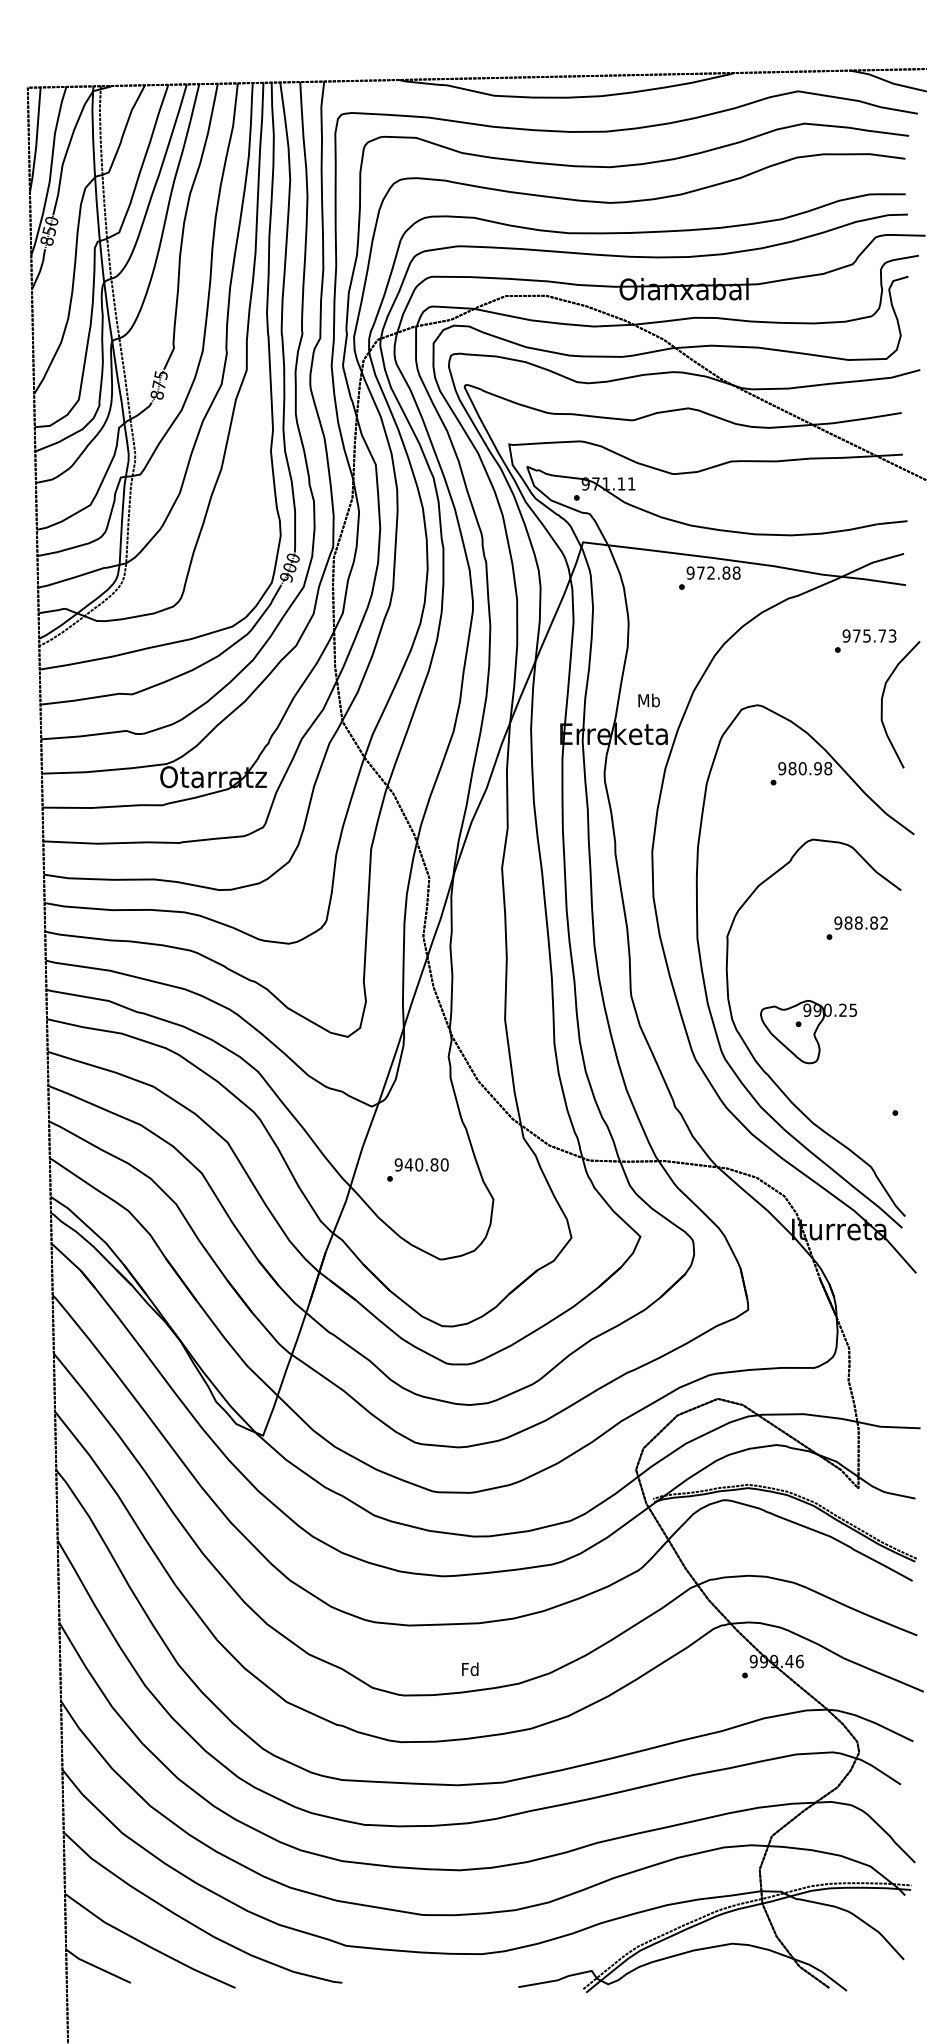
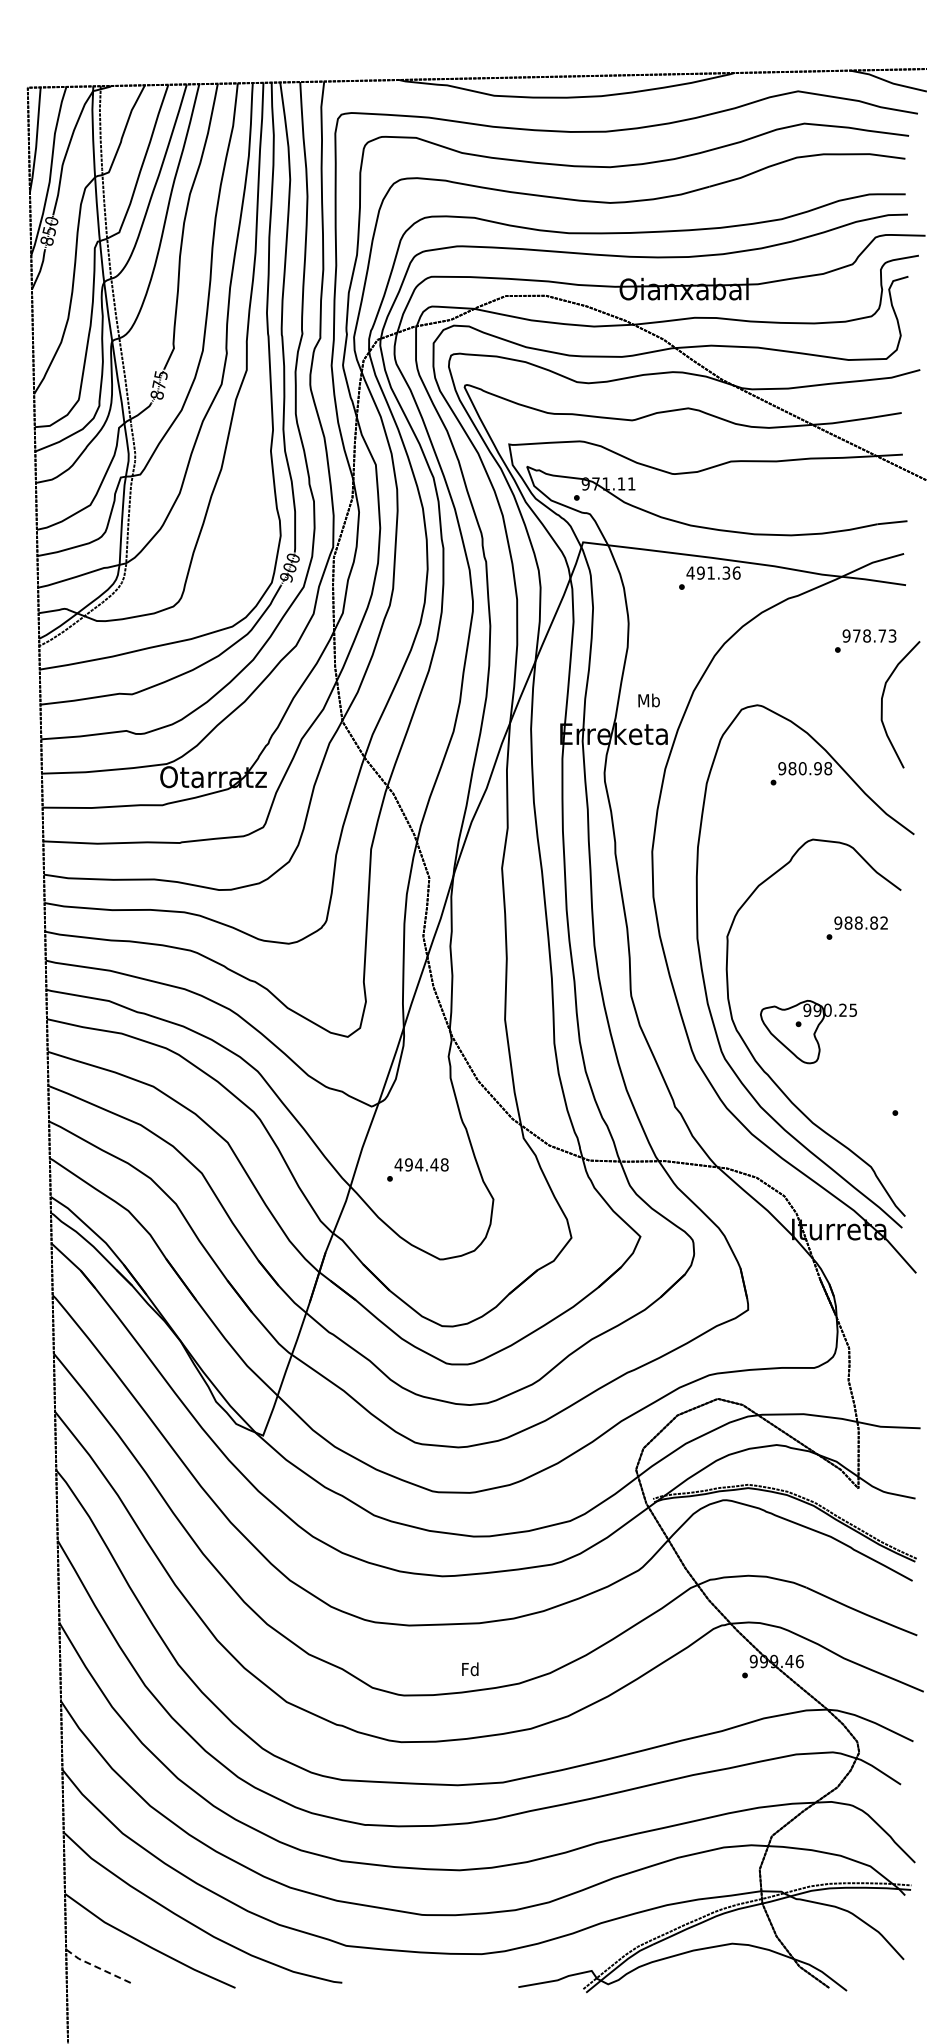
text at (713, 572): 972.88 -> 491.36
text at (866, 635): 975.73 -> 978.73
text at (421, 1164): 940.80 -> 494.48
line at (97, 1967): solid -> dashed
